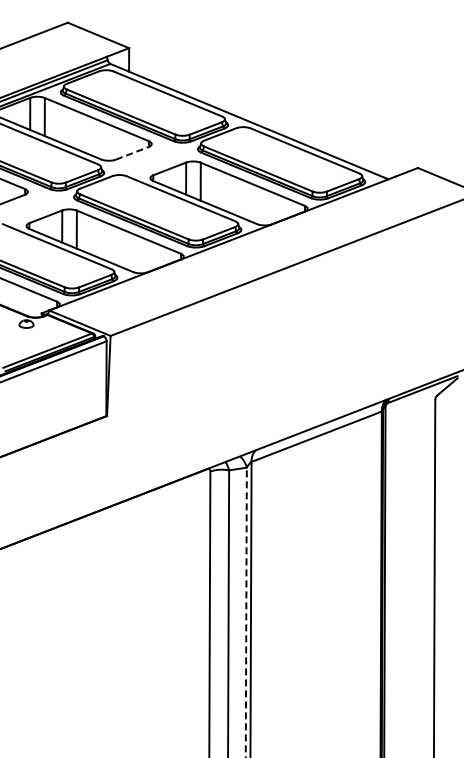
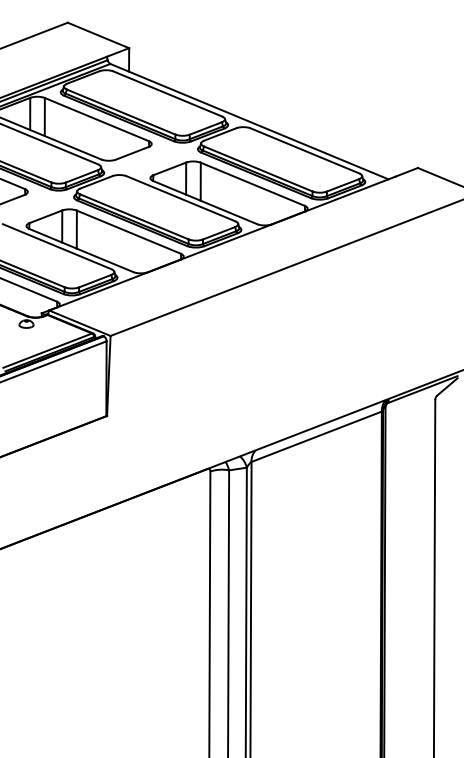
line at (132, 153): dashed -> solid
line at (246, 612): dashed -> solid
